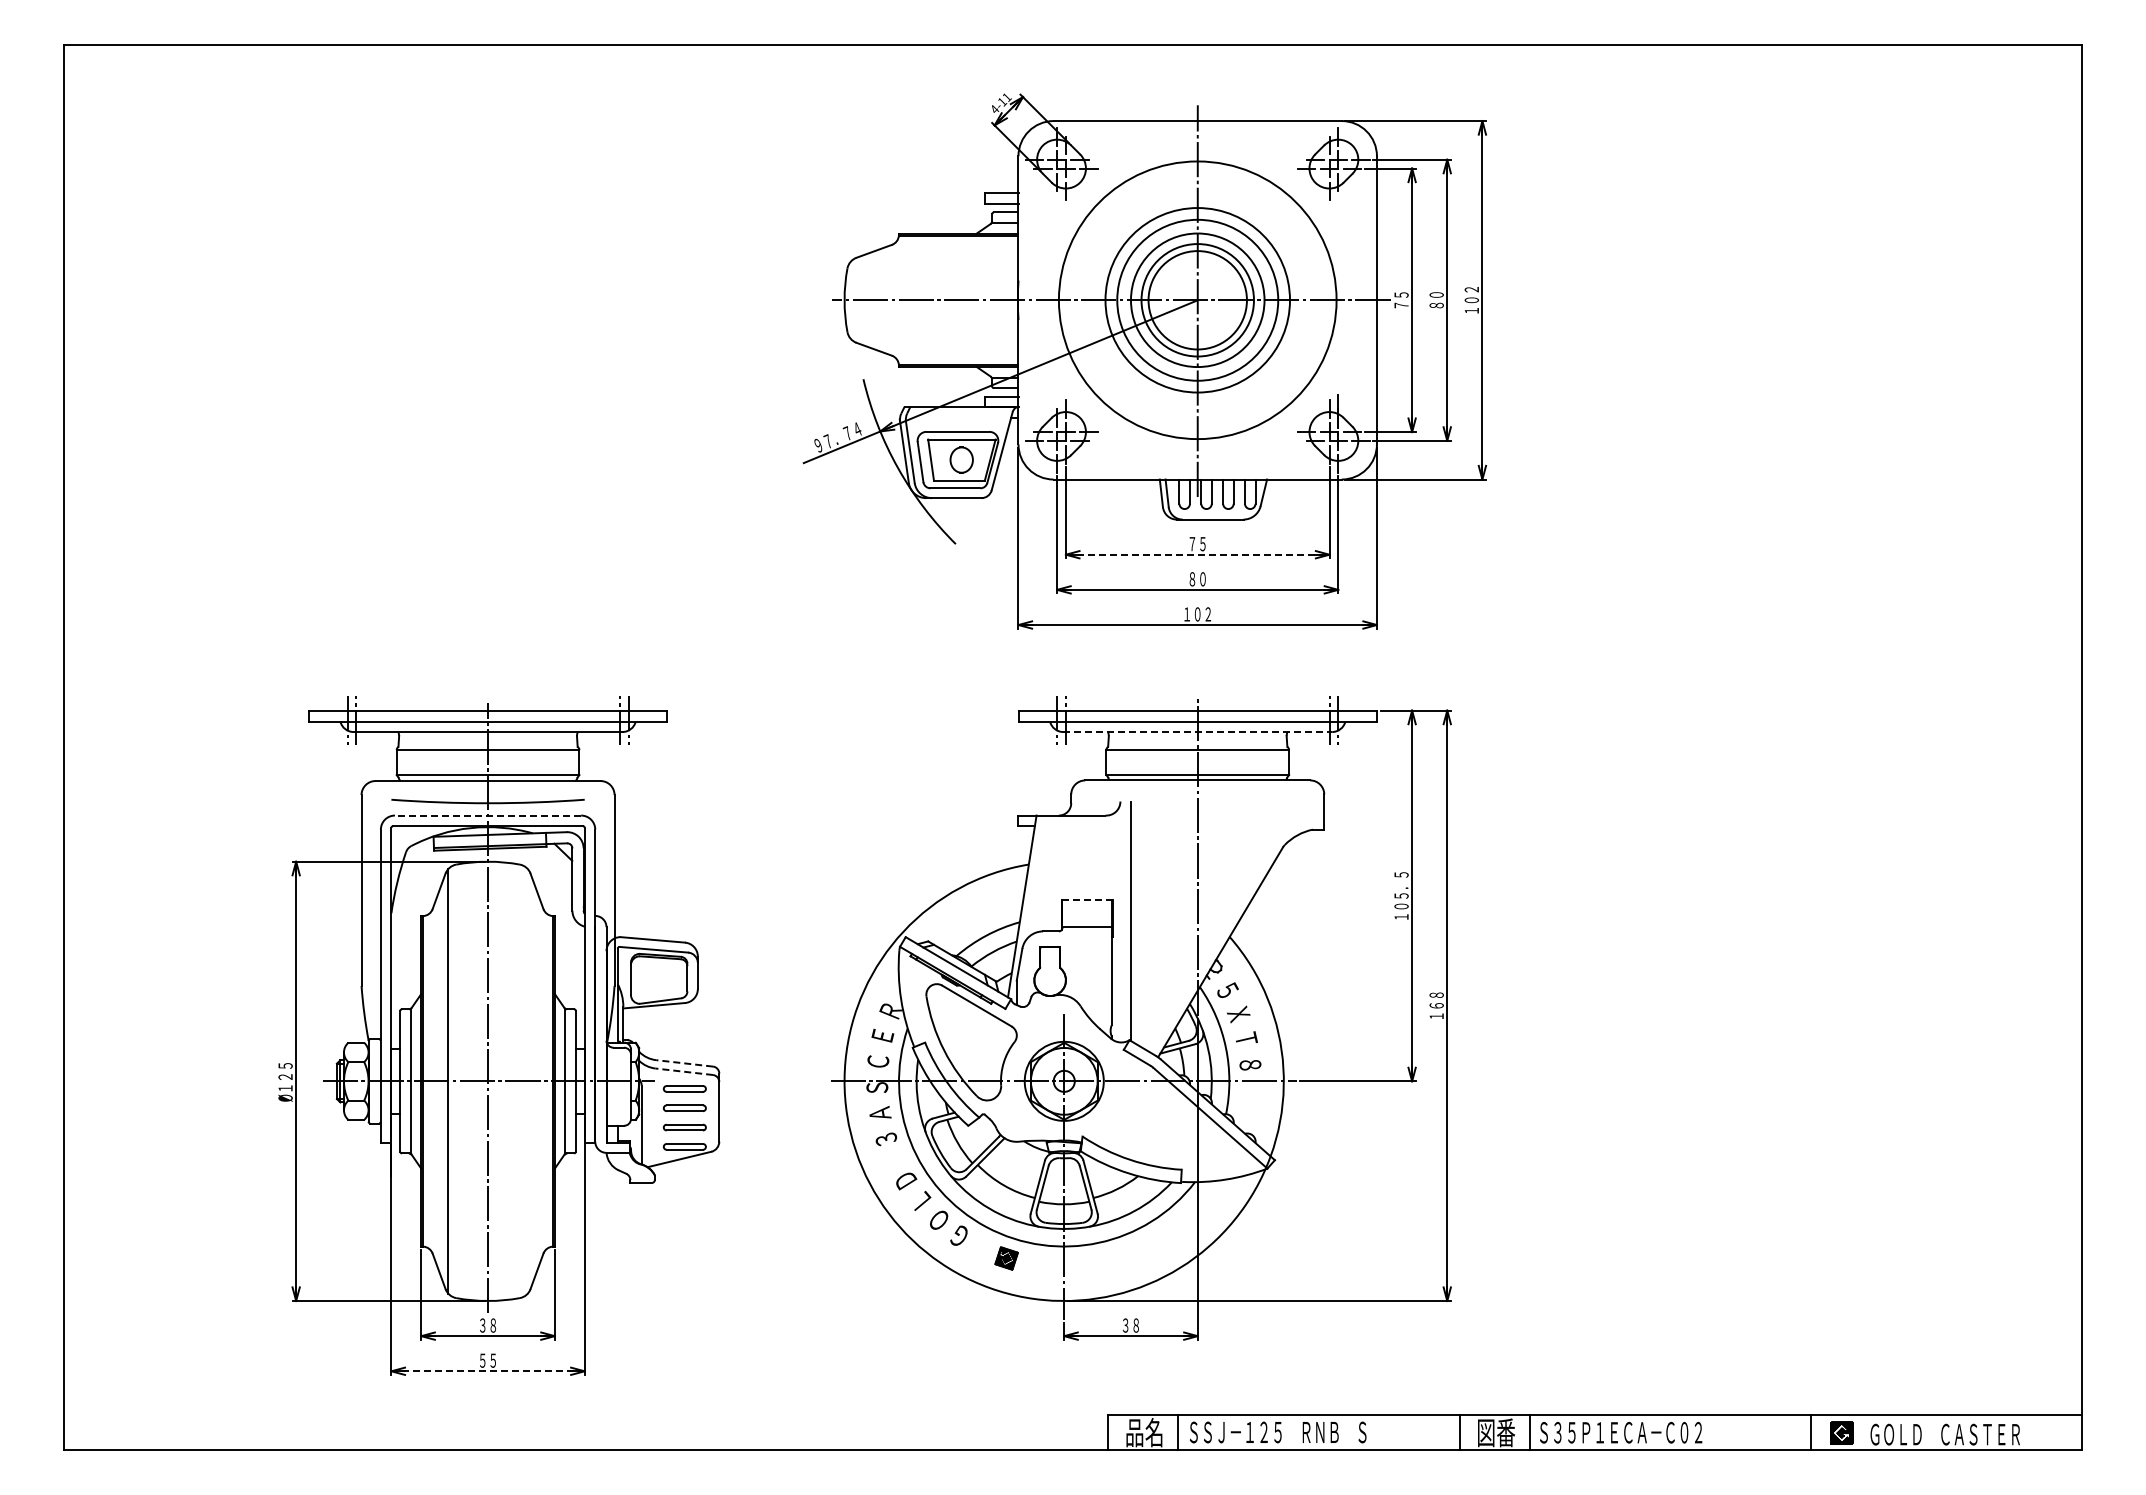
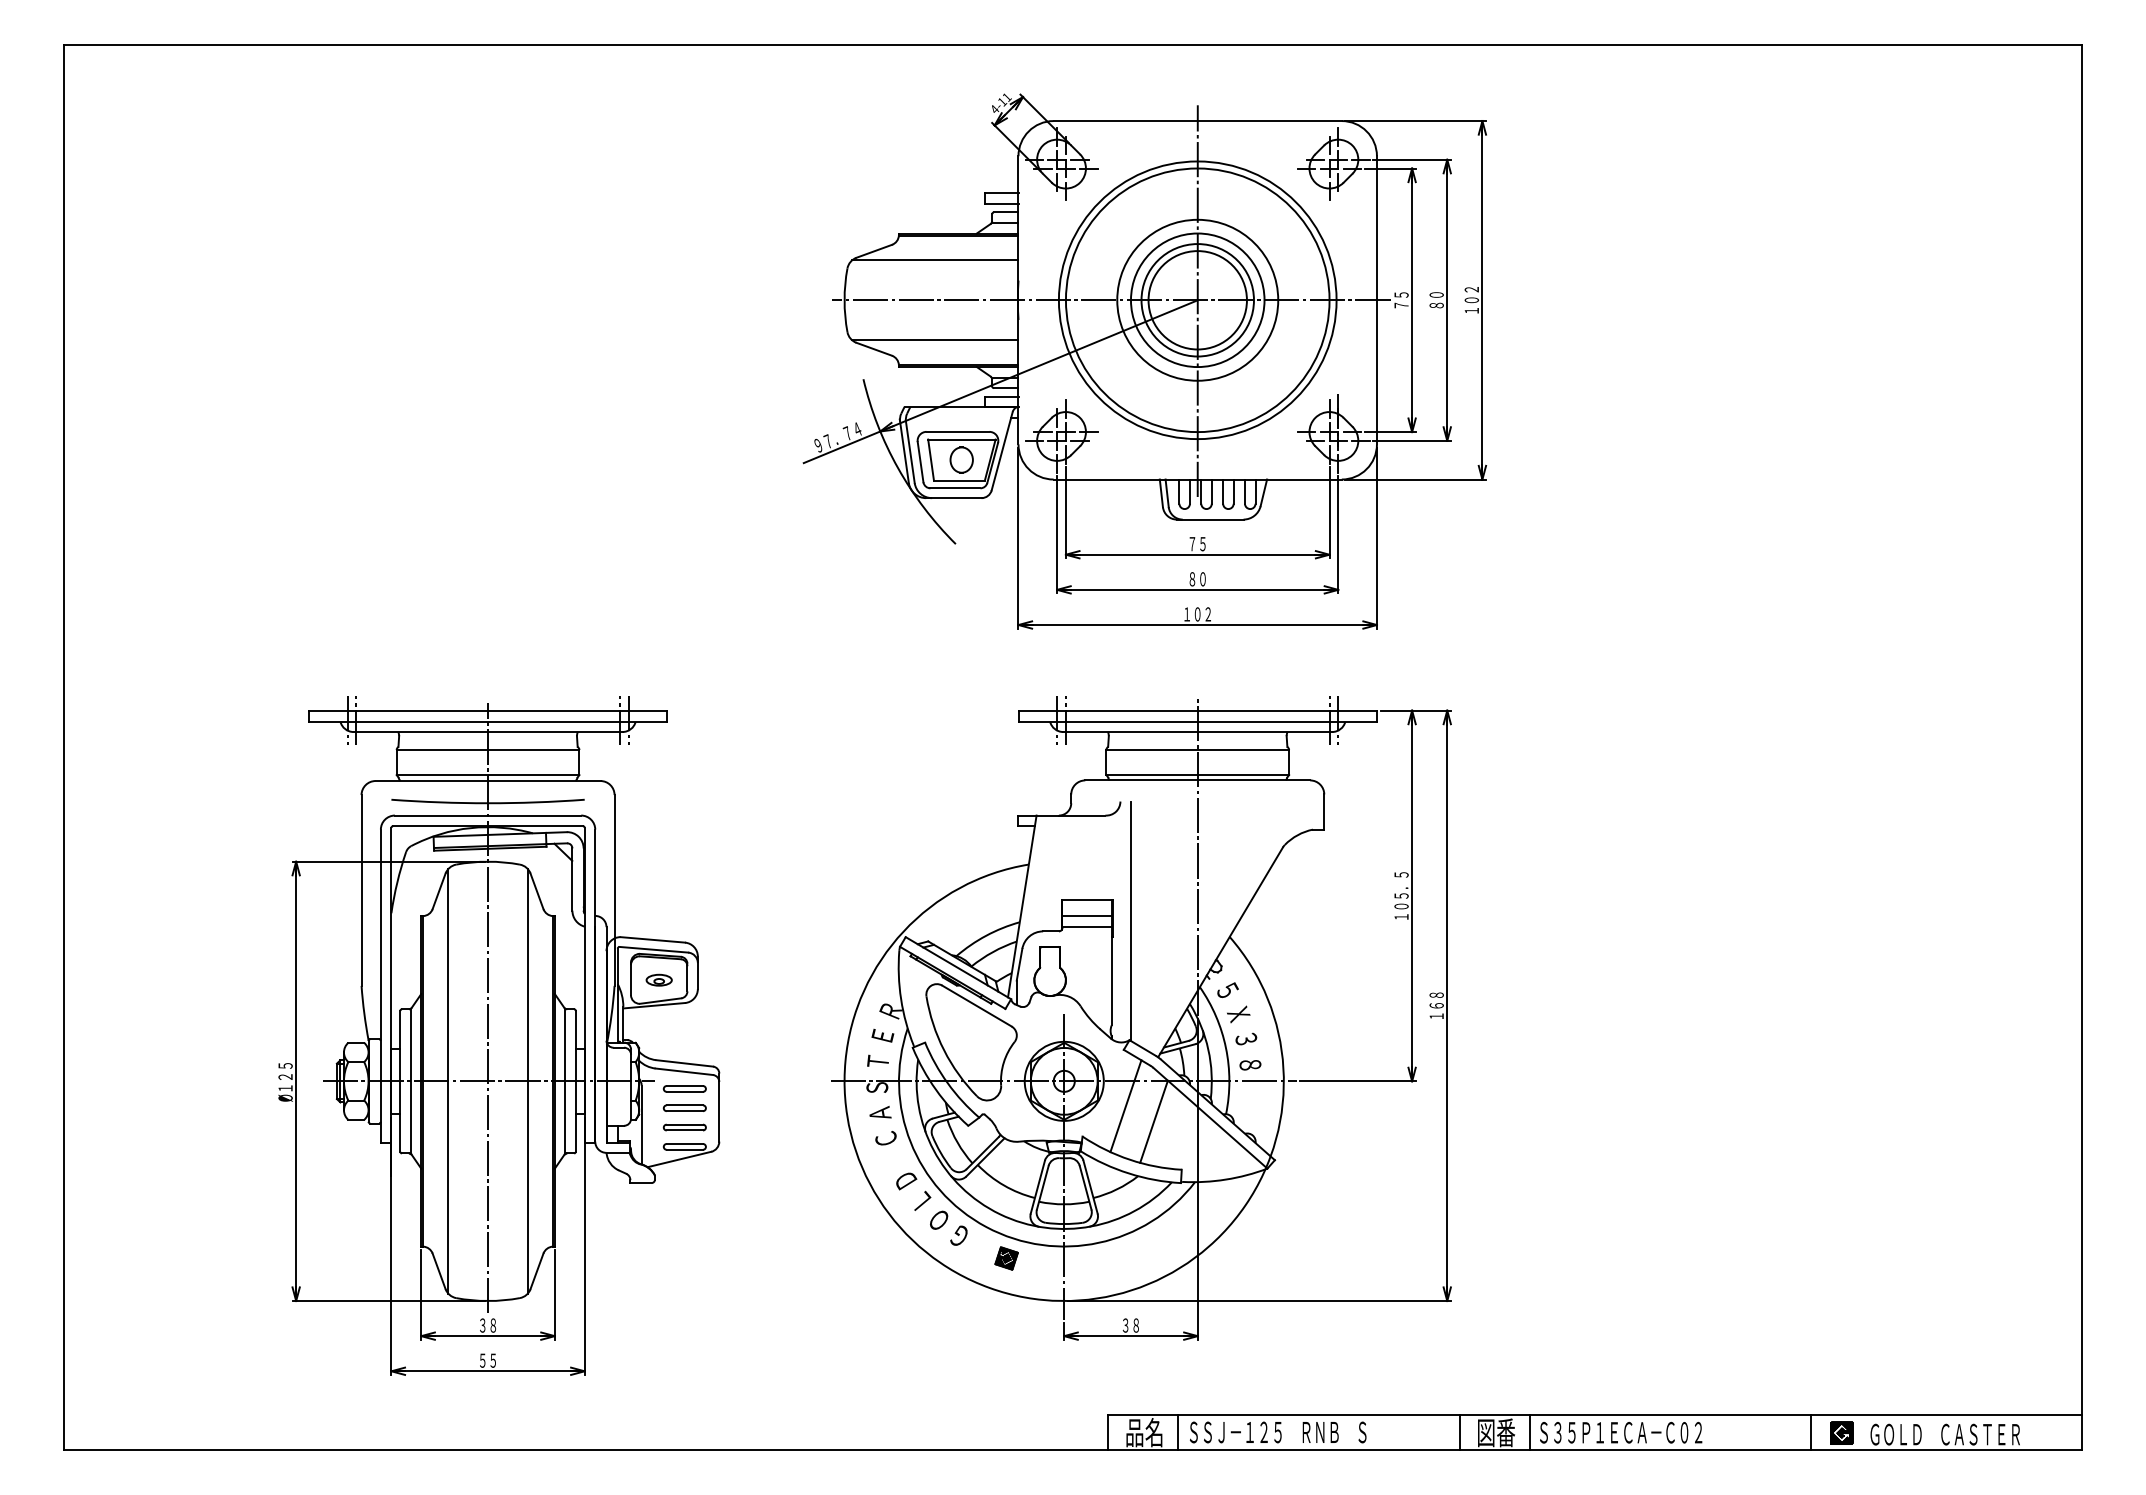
line at (934, 260): none -> present
circle at (1197, 300) diameter: 185 px -> 264 px
line at (934, 340): none -> present
line at (1197, 554): dashed -> solid
line at (1198, 732): dashed -> solid
line at (487, 815): dashed -> solid
line at (1086, 900): dashed -> solid
line at (1086, 915): none -> present
part at (658, 979): none -> present
text at (1246, 1038): Ｔ -> ３
text at (878, 1060): Ｃ -> Ｔ
line at (684, 1063): dashed -> solid
line at (684, 1071): dashed -> solid
line at (527, 1081): none -> present
line at (1125, 1106): none -> present
line at (1153, 1121): none -> present
text at (886, 1138): ３ -> Ｃ
line at (488, 1371): dashed -> solid
